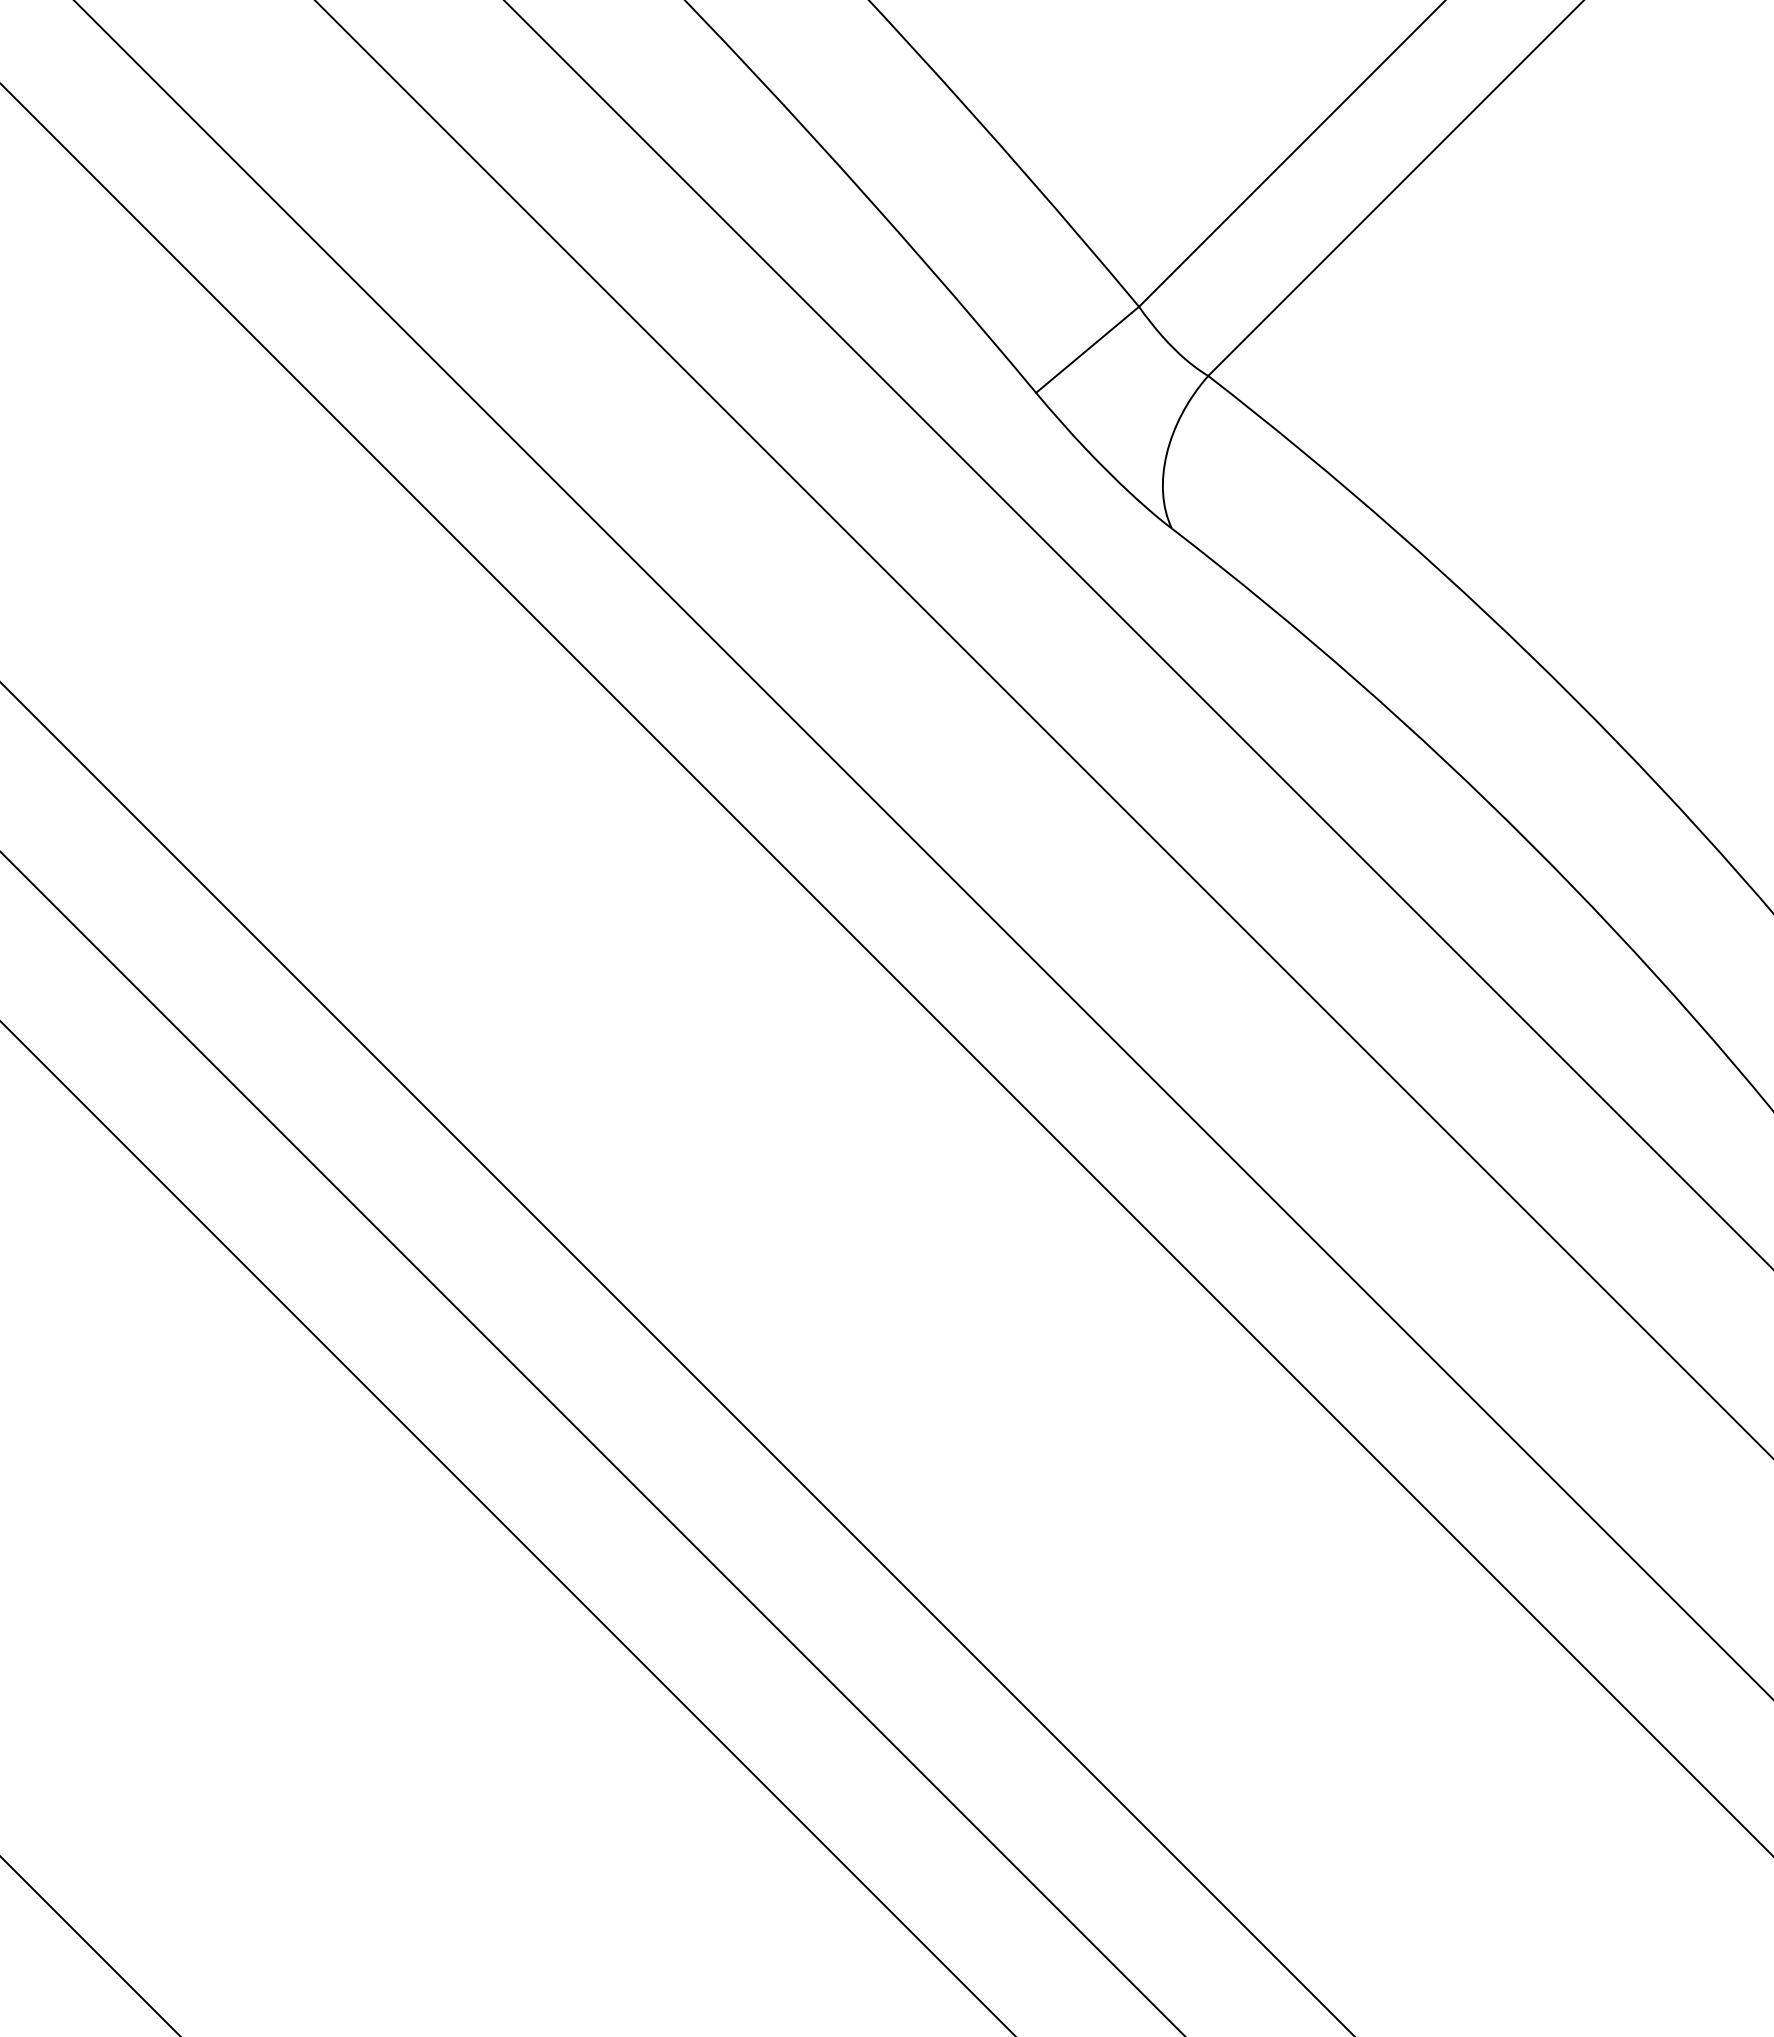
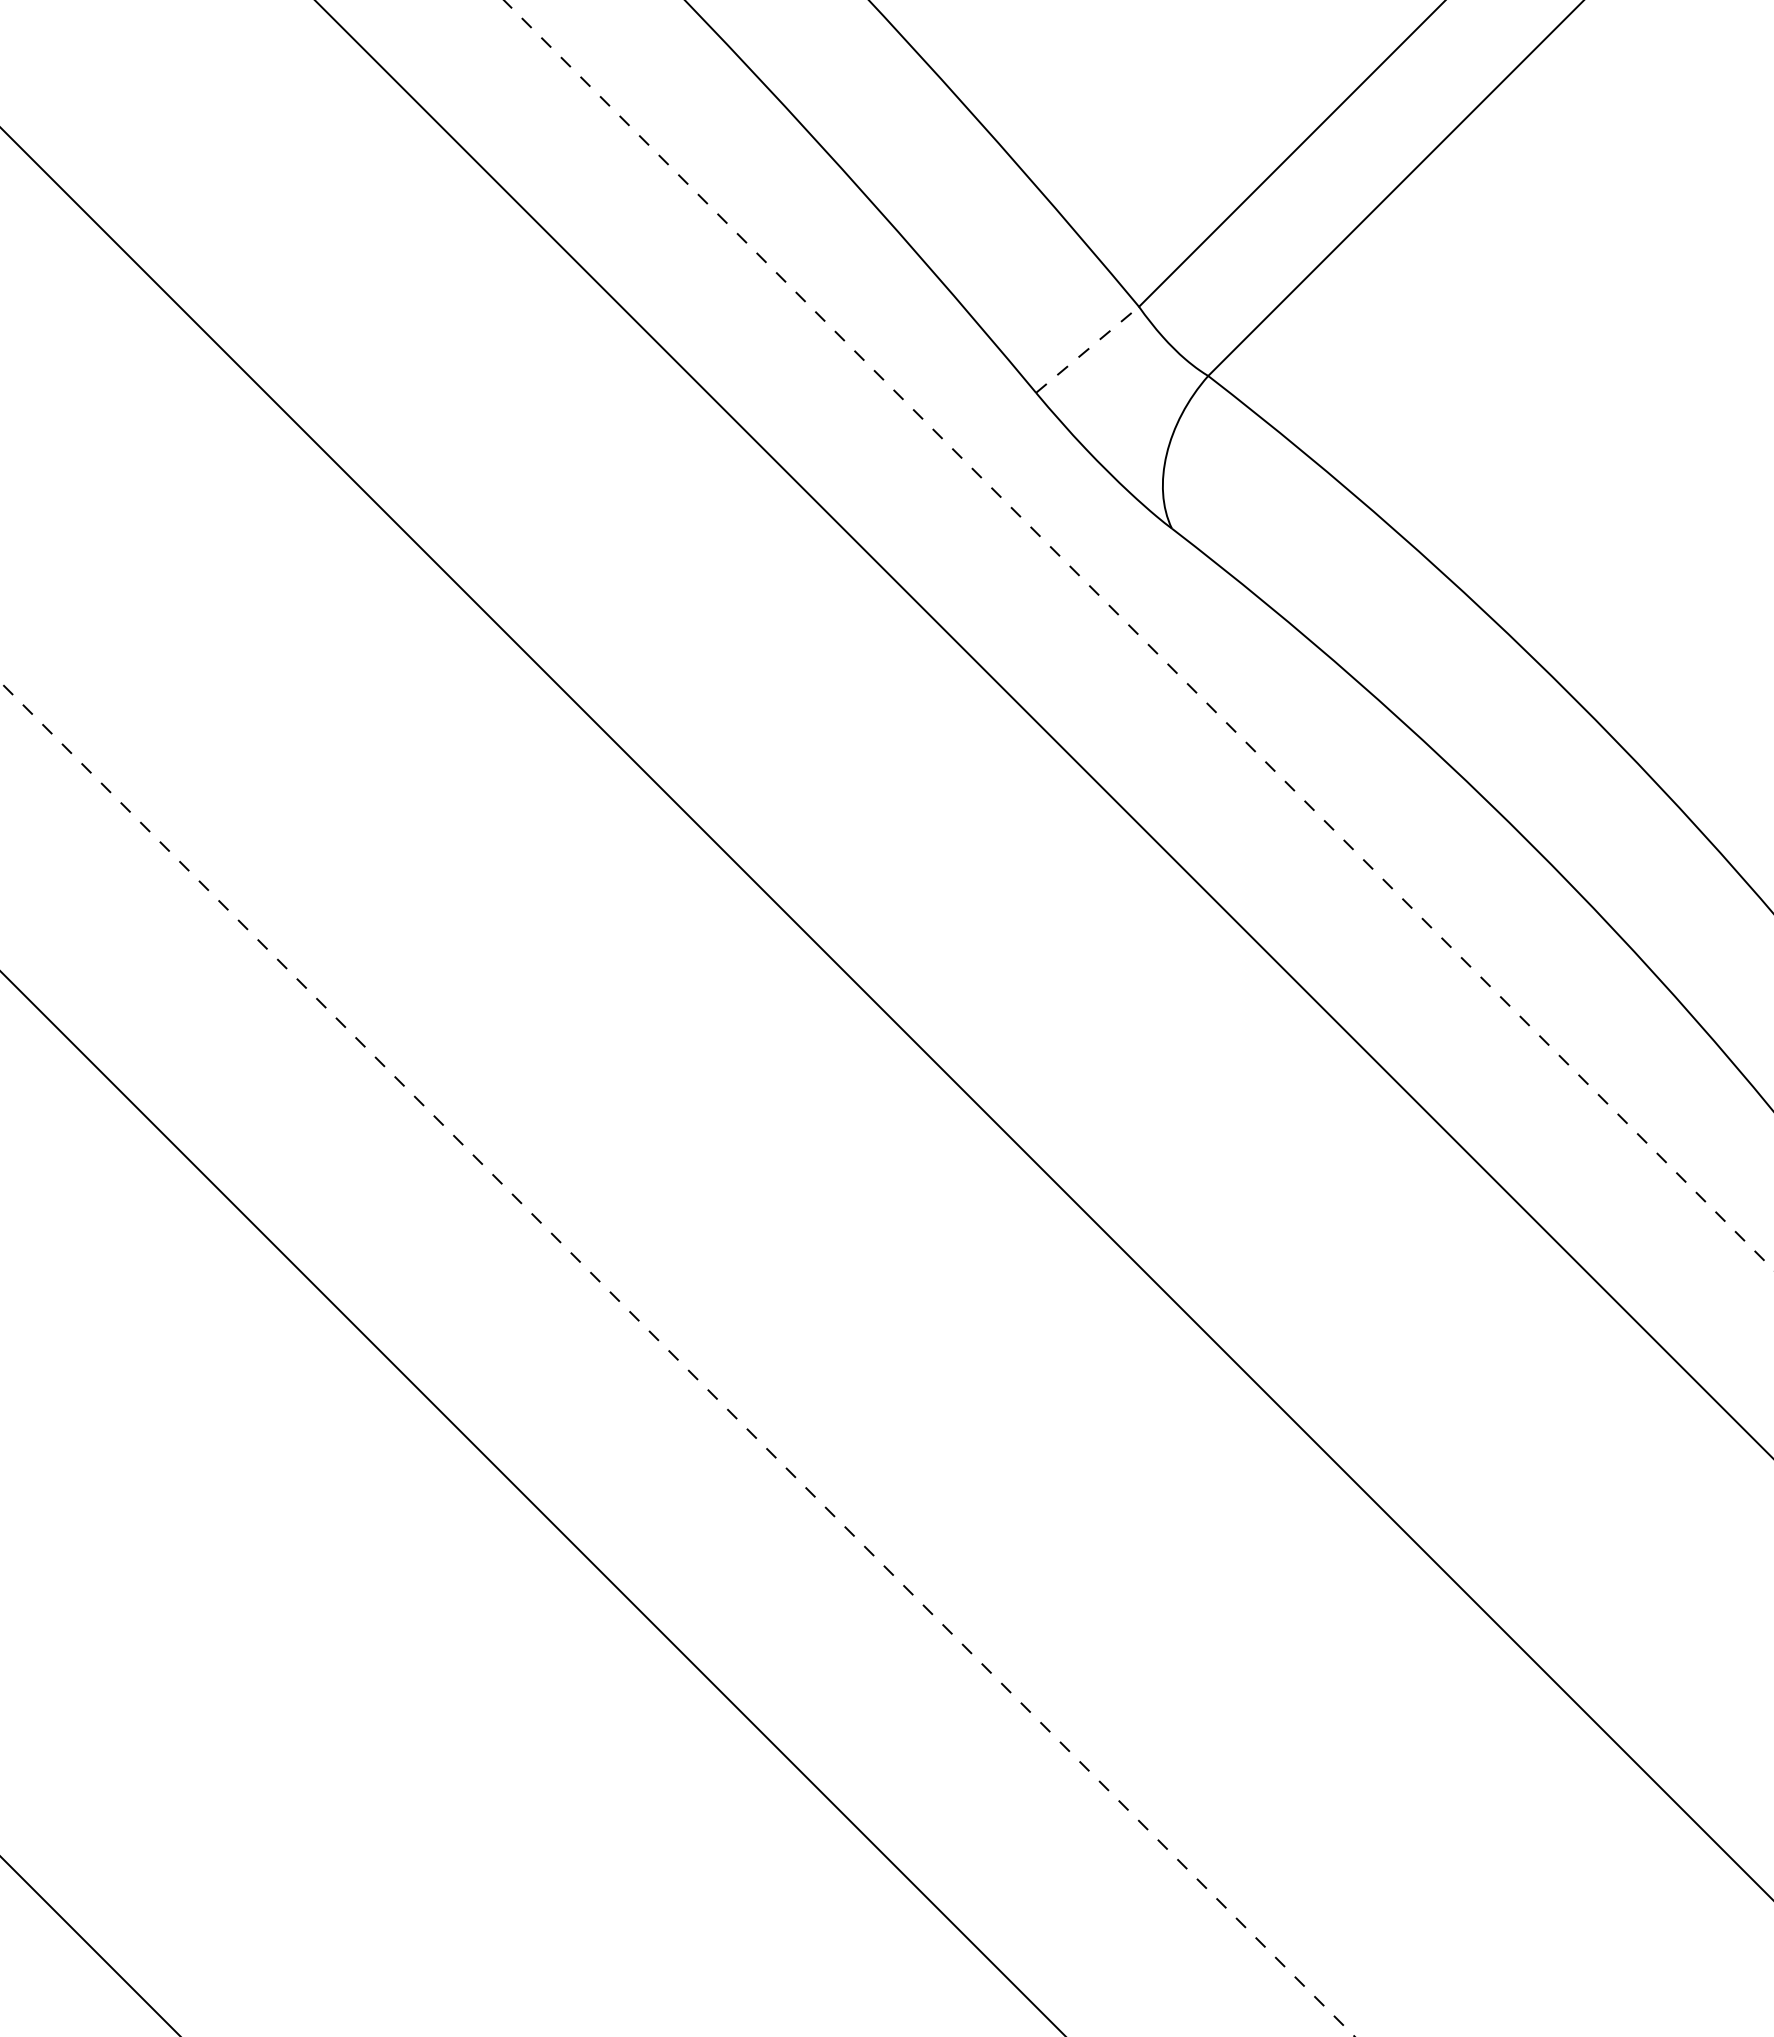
line at (1087, 349): solid -> dashed
line at (1139, 635): solid -> dashed
line at (922, 849): present -> none
line at (886, 969) position: (886, 969) -> (886, 1013)
line at (677, 1359): solid -> dashed
line at (592, 1443): present -> none
line at (507, 1527) position: (507, 1527) -> (532, 1503)
